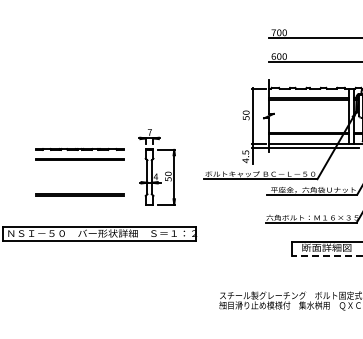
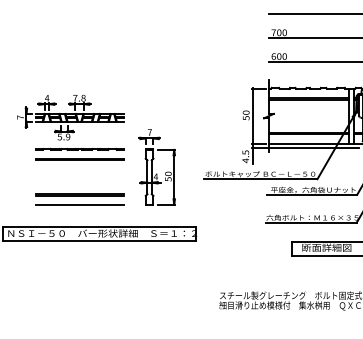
line at (313, 14): none -> present
part at (70, 117): none -> present
line at (79, 204): none -> present
line at (327, 255): dashed -> solid
